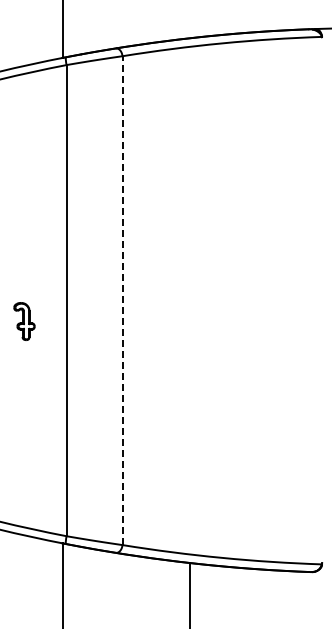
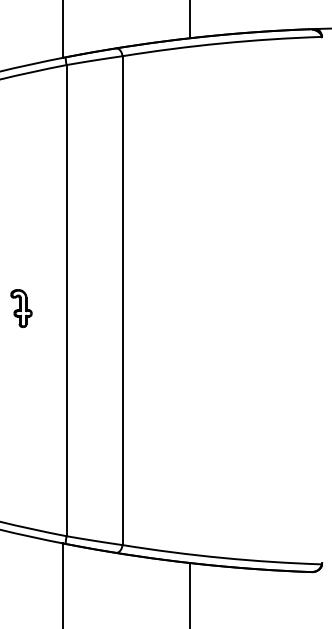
line at (190, 20): none -> present
line at (122, 300): dashed -> solid
part at (24, 321) position: (24, 321) -> (21, 308)
